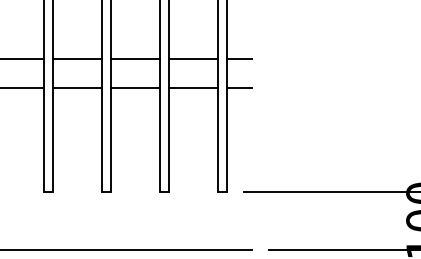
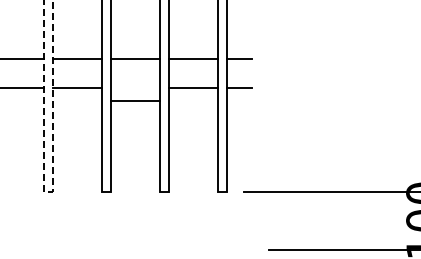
line at (135, 87) position: (135, 87) -> (135, 100)
line at (48, 191): solid -> dashed
line at (126, 249): present -> none
